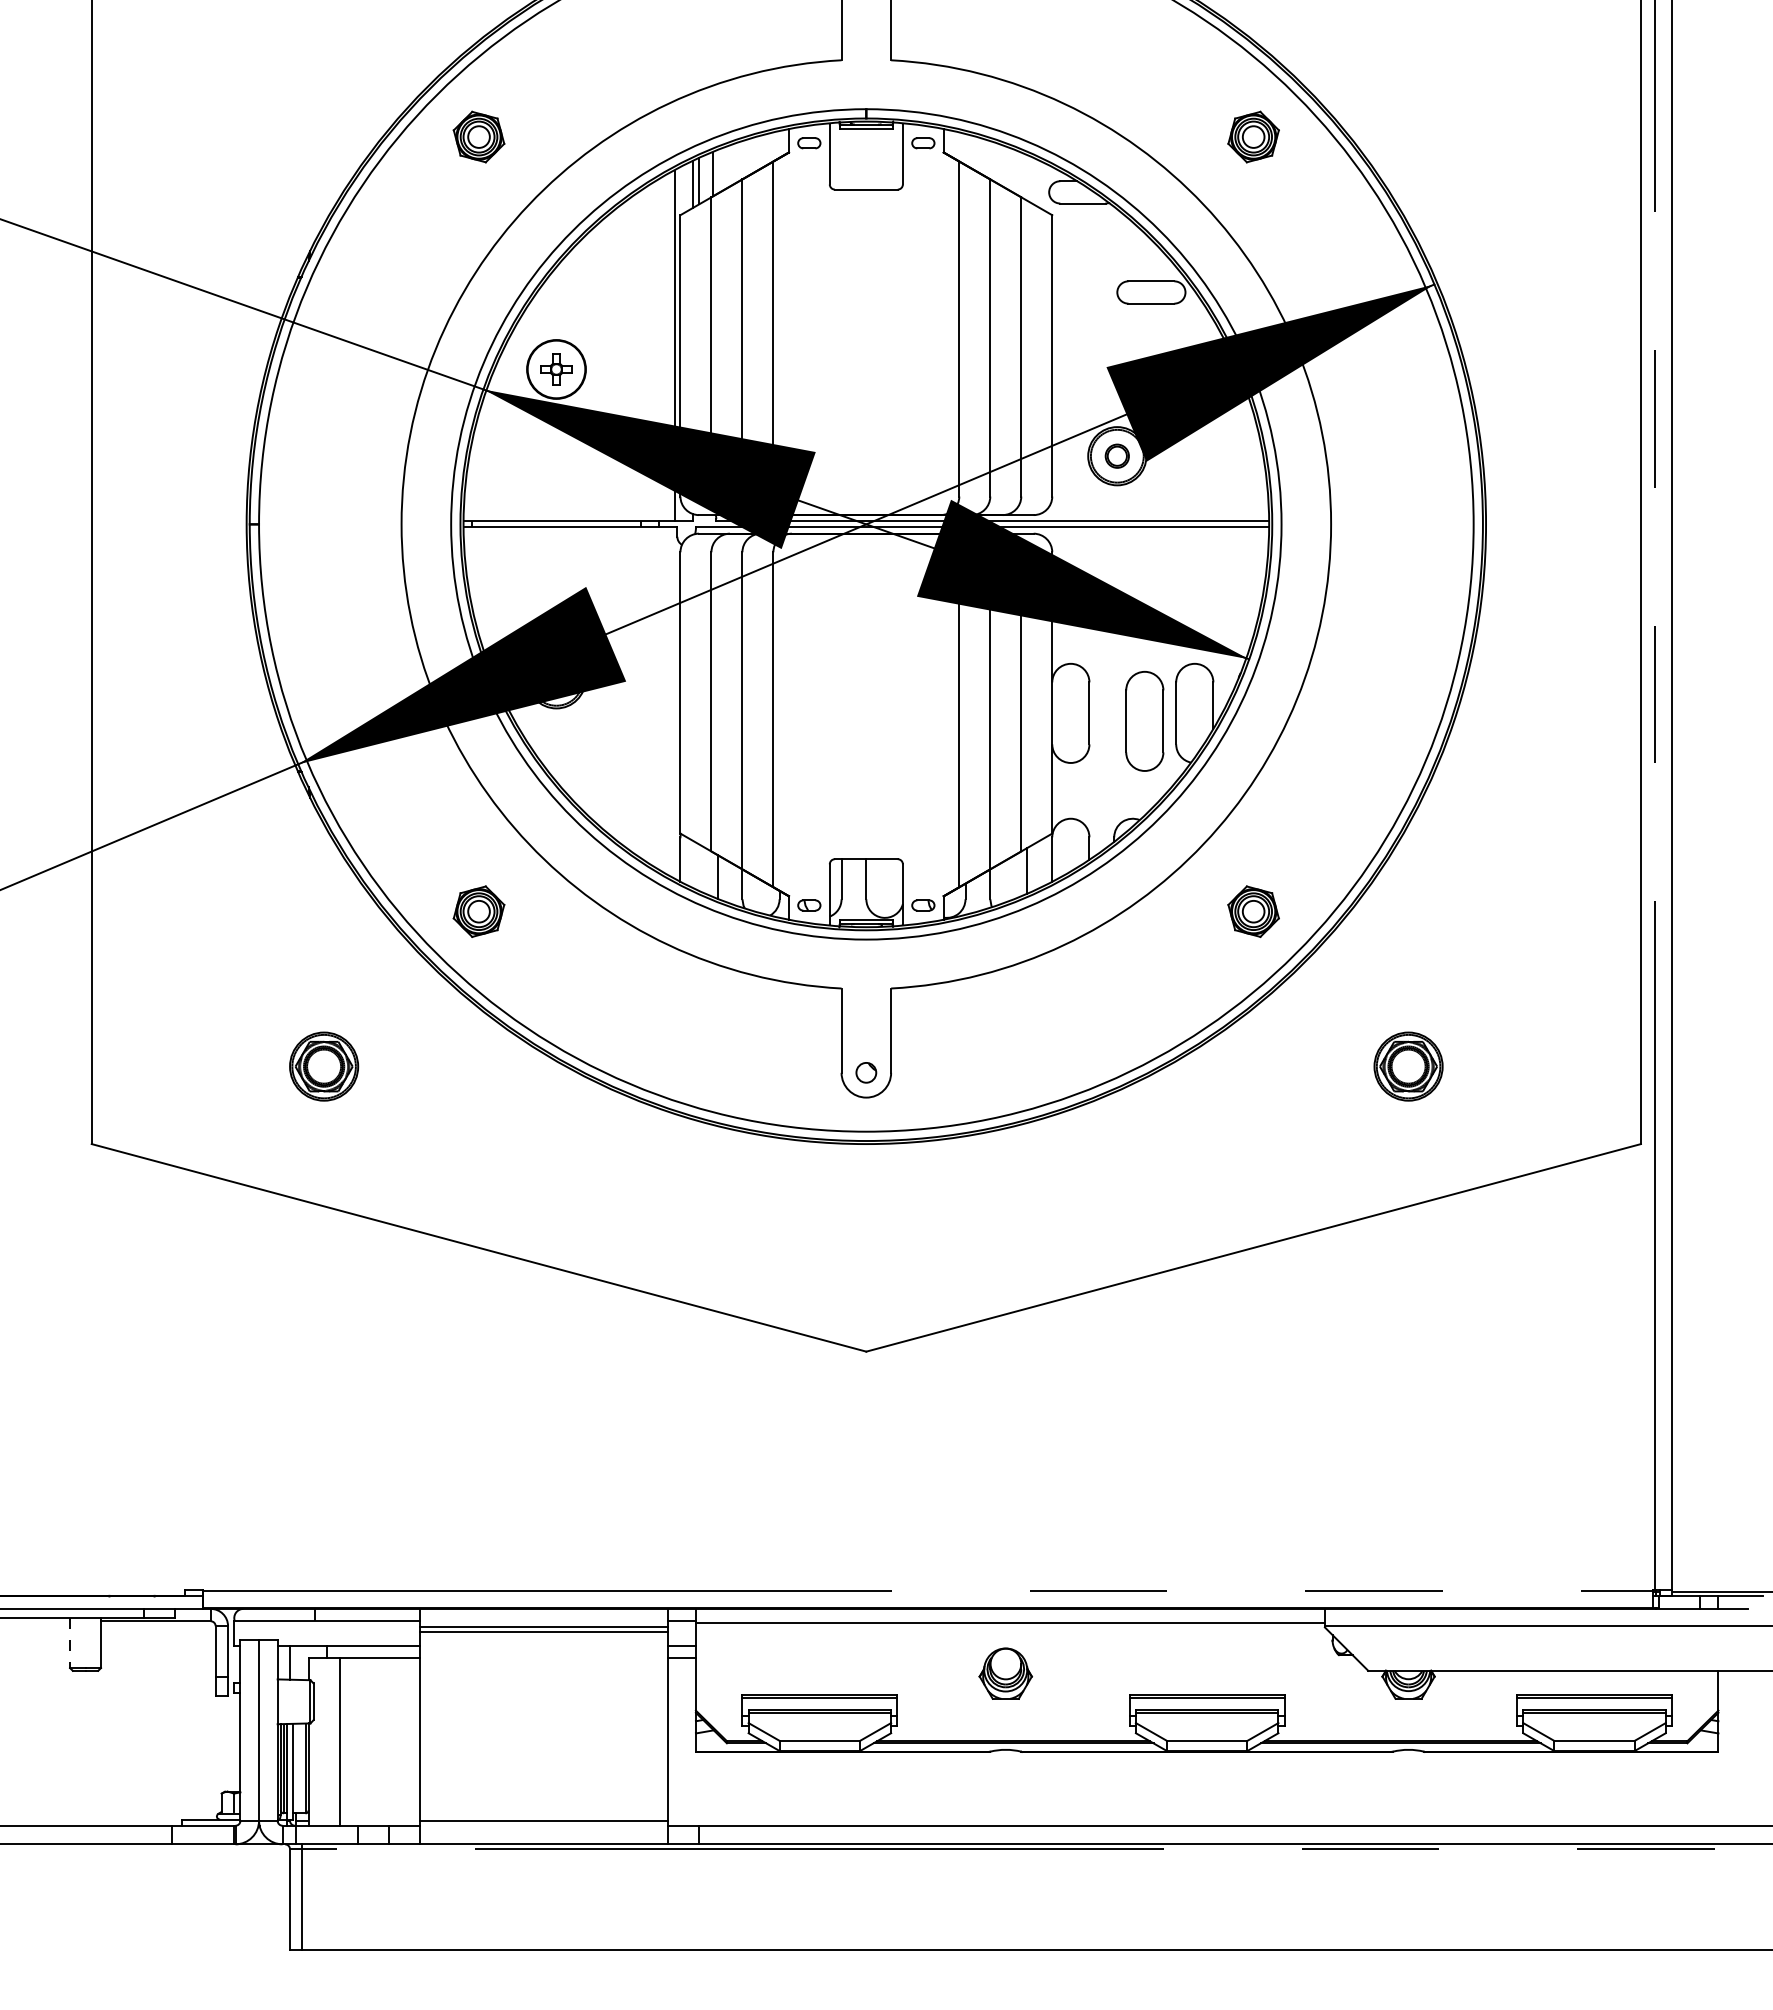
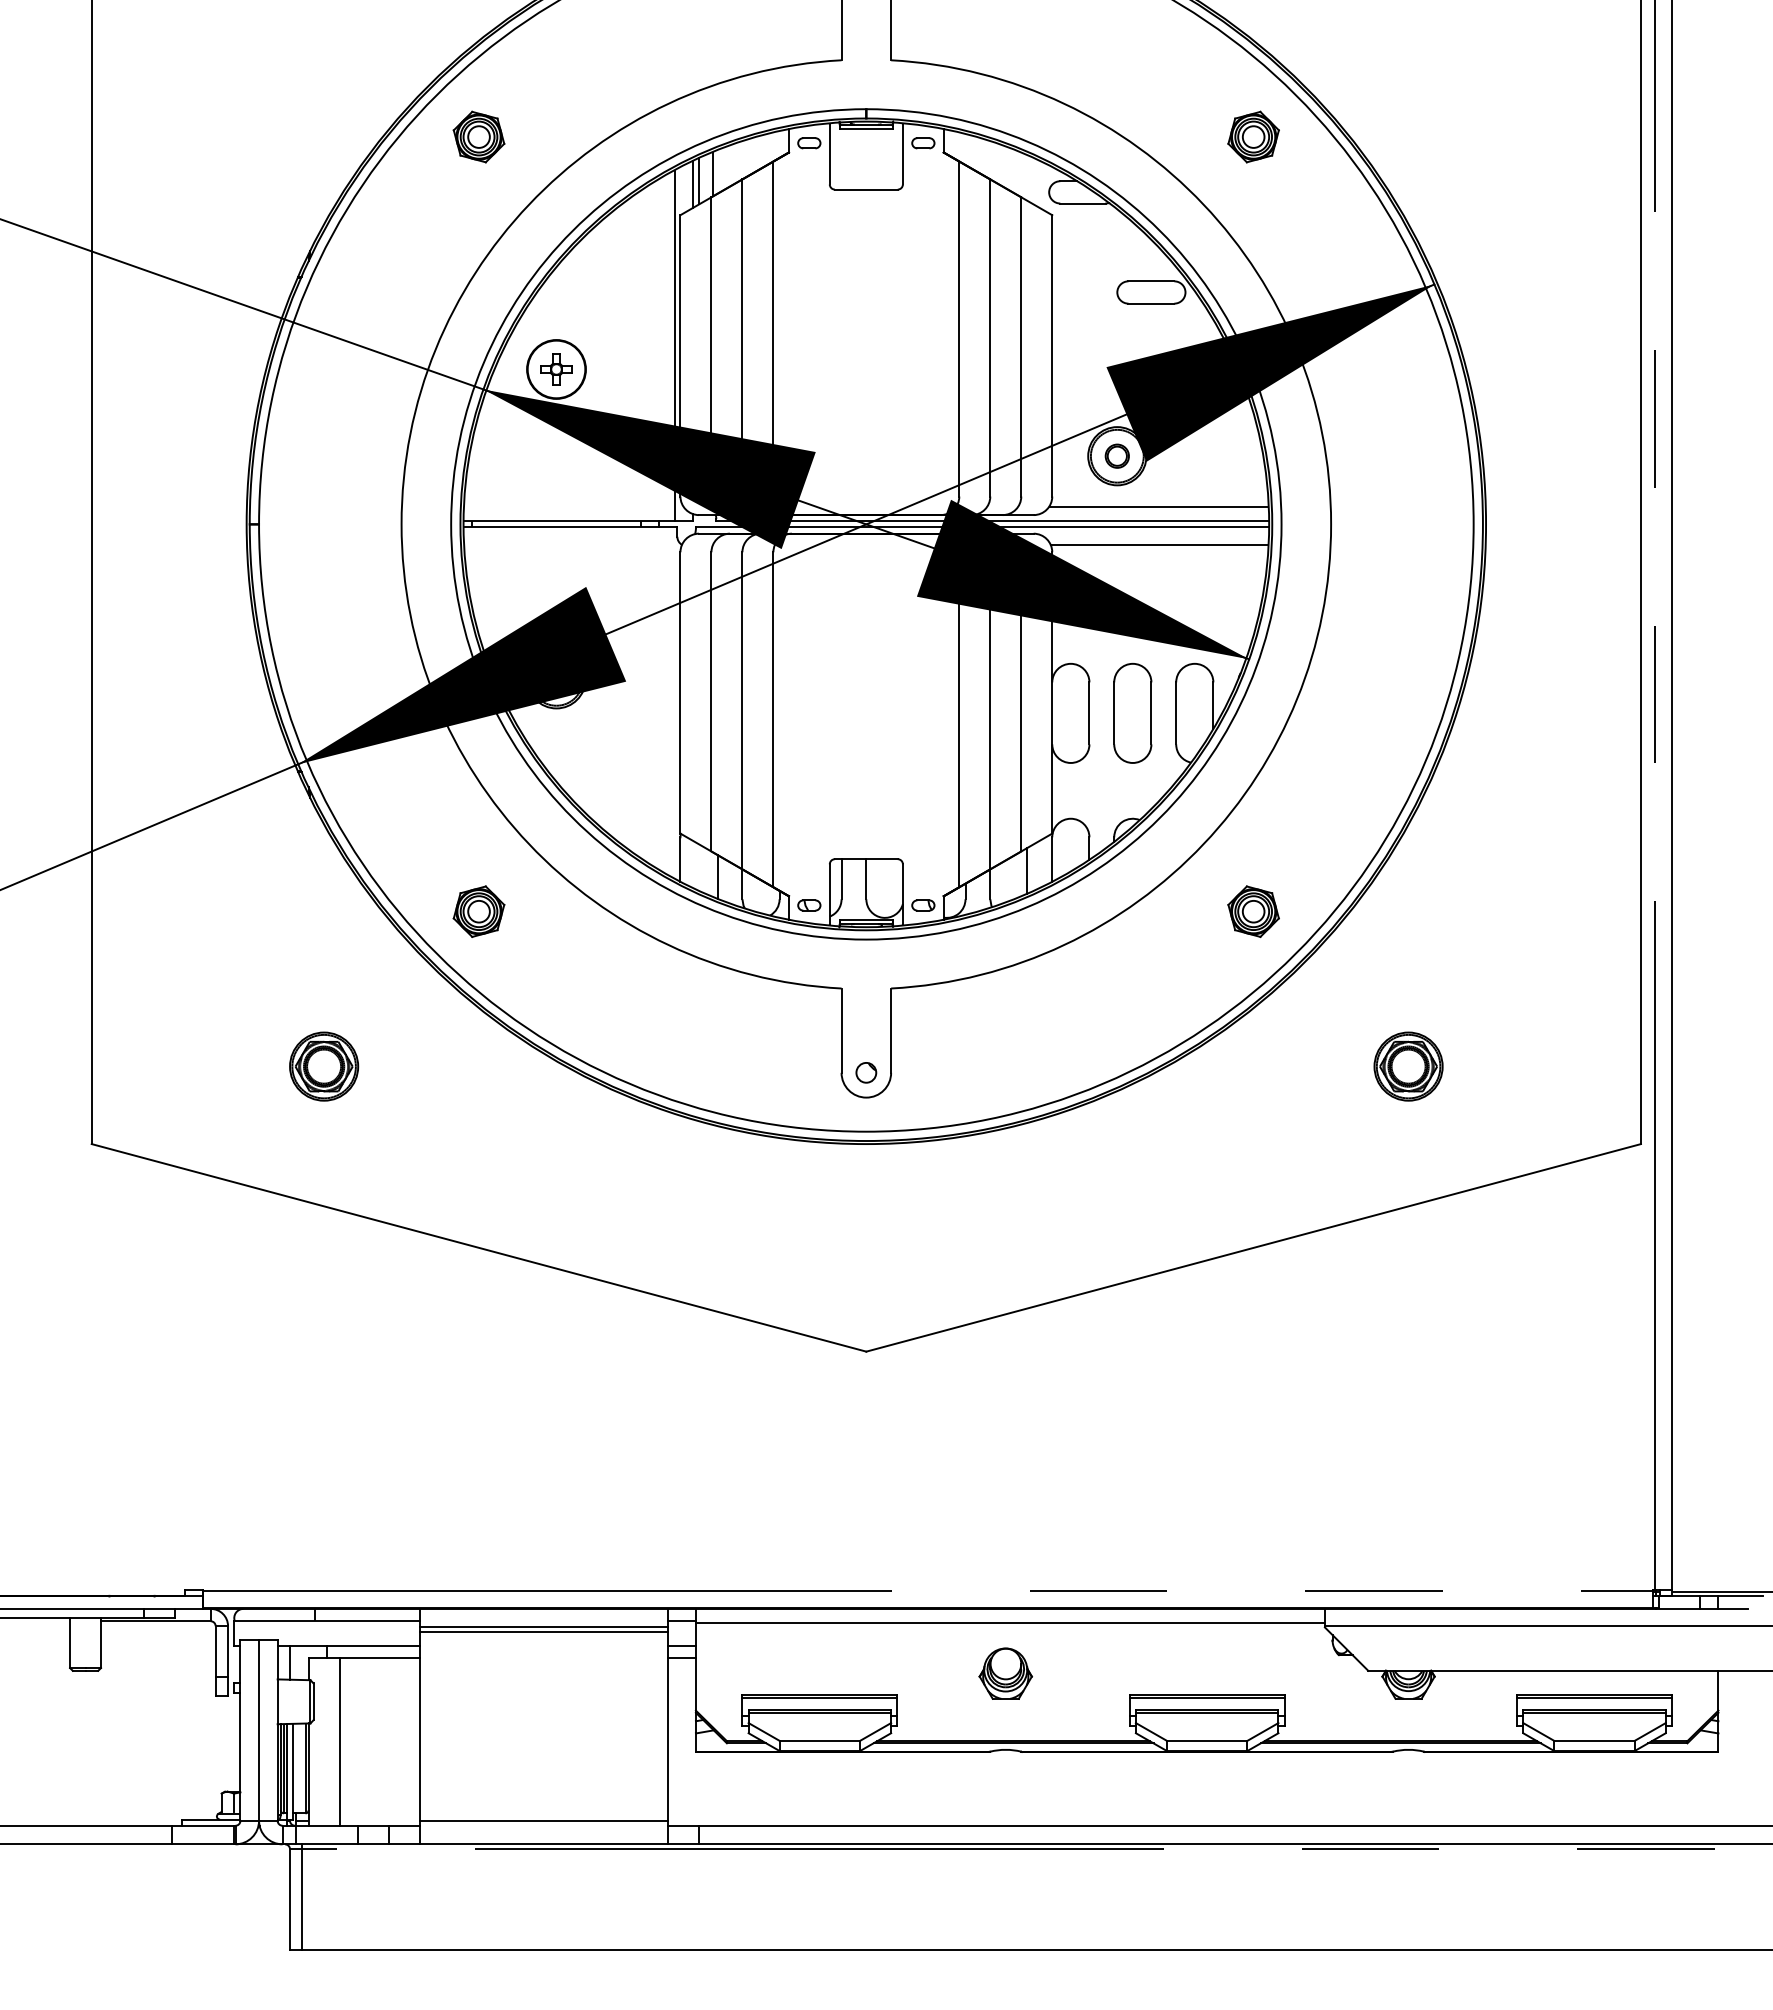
line at (1158, 507): none -> present
line at (1159, 544): none -> present
part at (1144, 720) position: (1144, 720) -> (1132, 712)
line at (70, 1643): dashed -> solid
